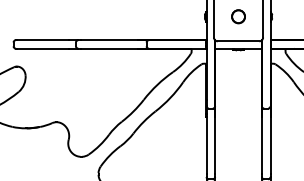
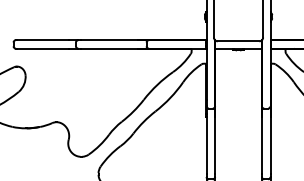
circle at (238, 16): present -> none
